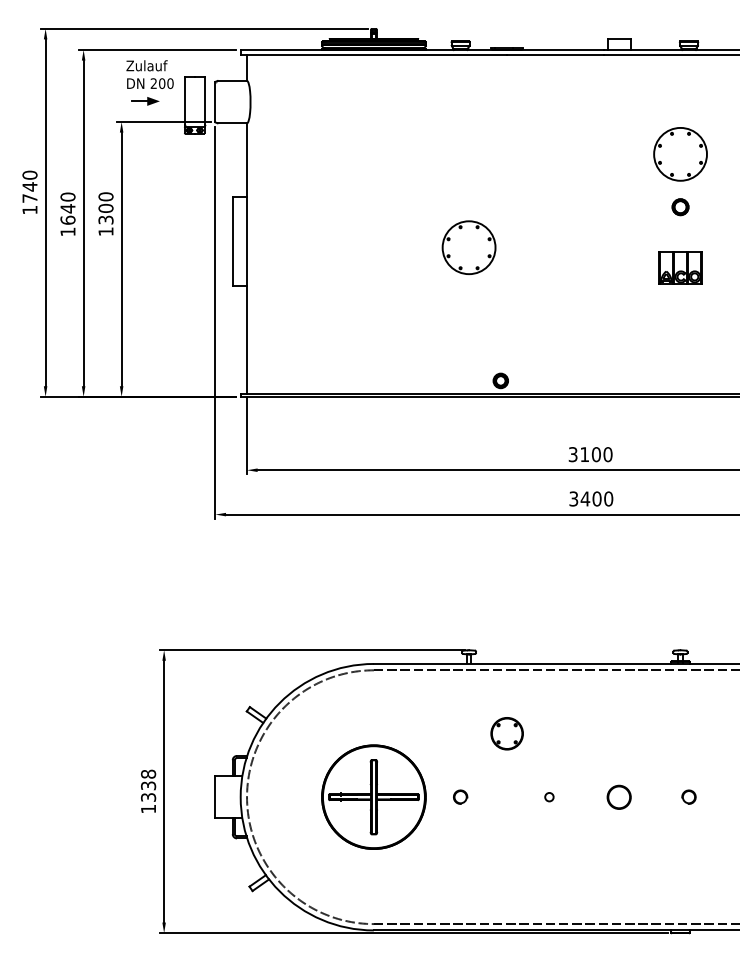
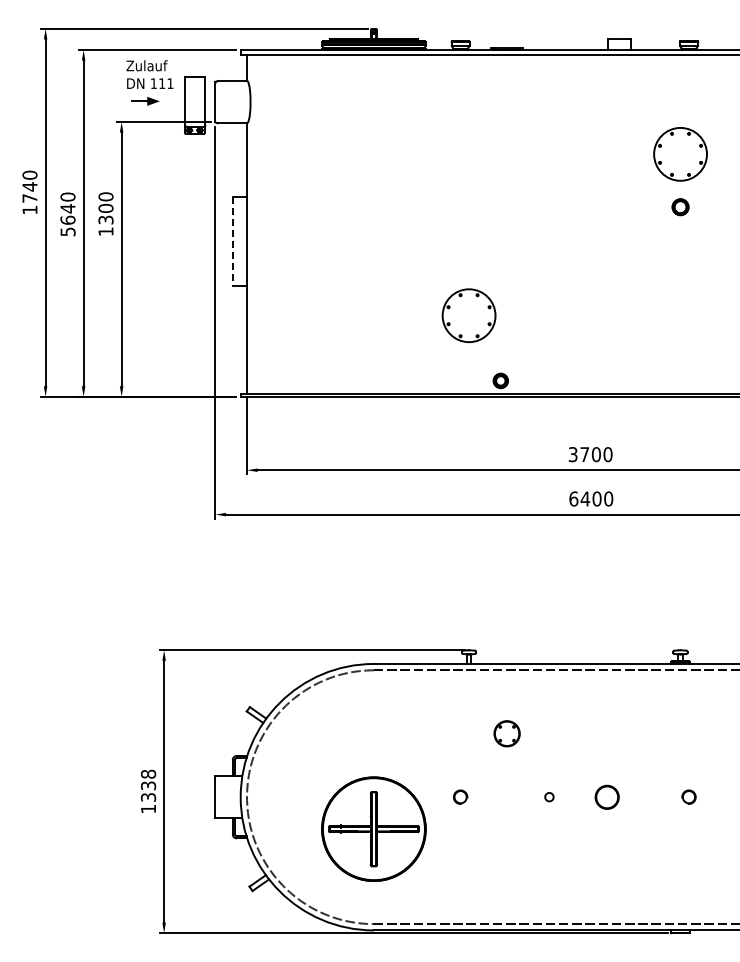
text at (161, 83): 200 -> 111
text at (67, 231): 1640 -> 5640
line at (233, 242): solid -> dashed
part at (468, 247) position: (468, 247) -> (468, 315)
part at (680, 267): present -> none
text at (584, 454): 3100 -> 3700
text at (573, 498): 3400 -> 6400
part at (506, 733) size: 34x34 px -> 28x28 px
part at (373, 796) position: (373, 796) -> (373, 828)
circle at (618, 796) position: (618, 796) -> (606, 796)
